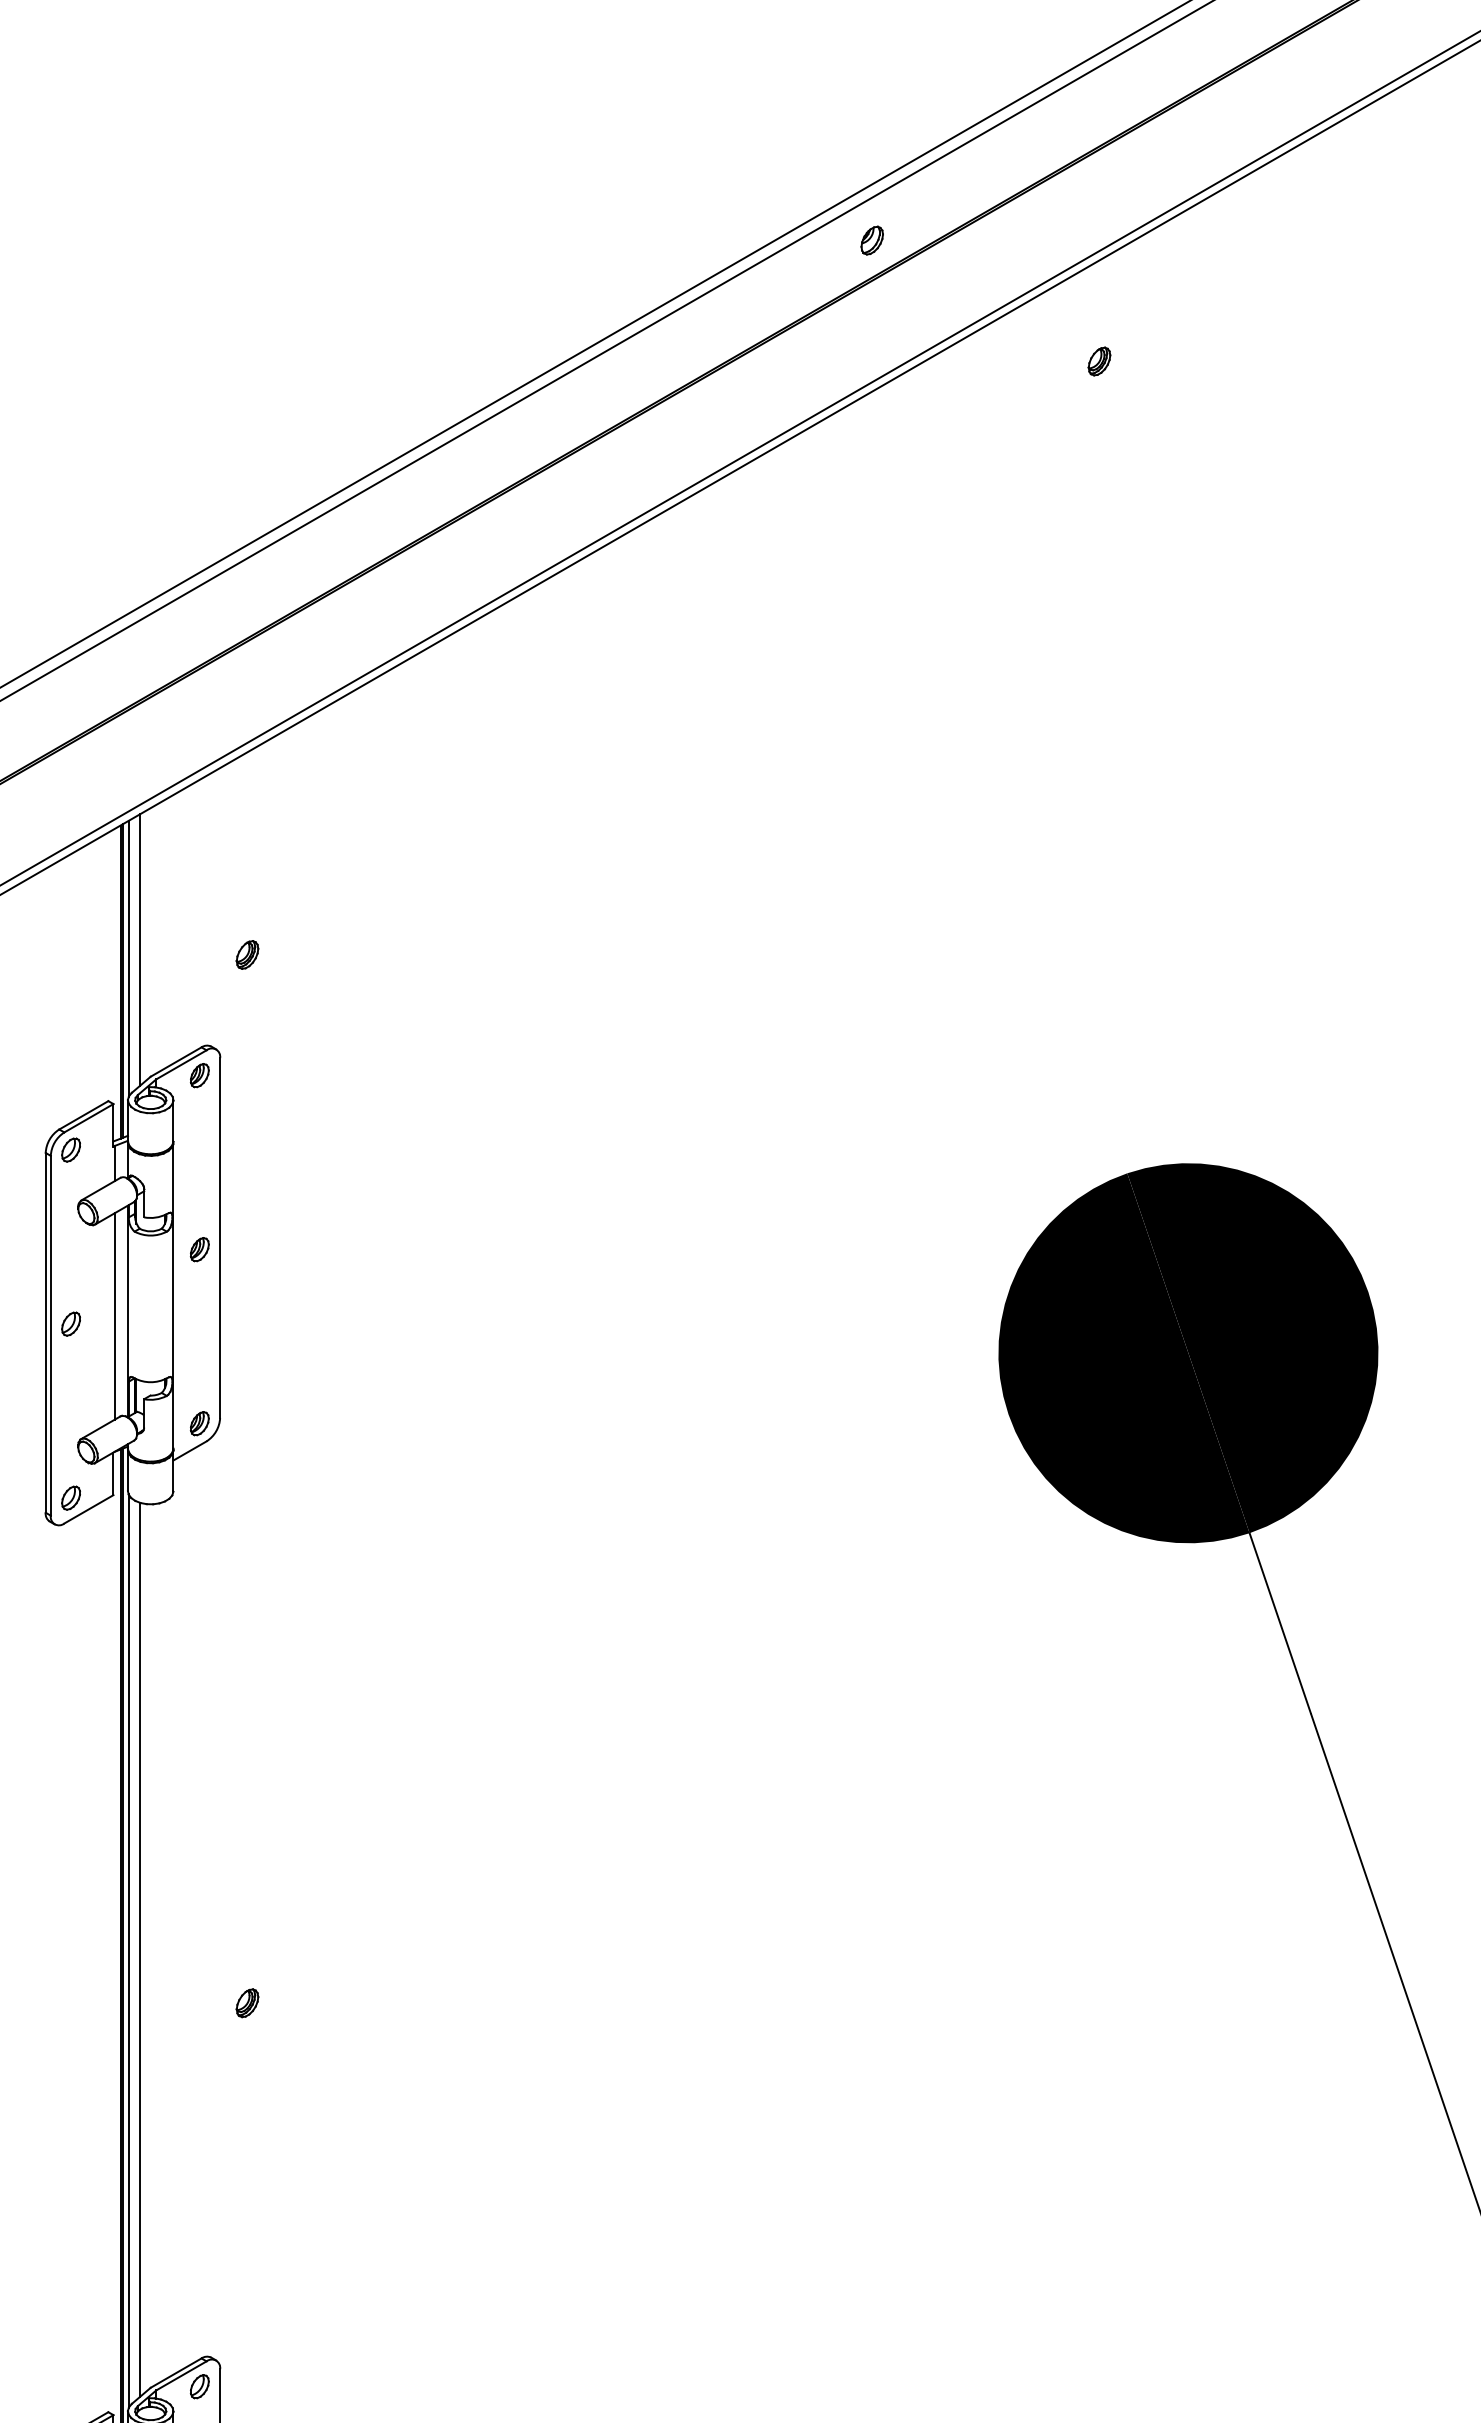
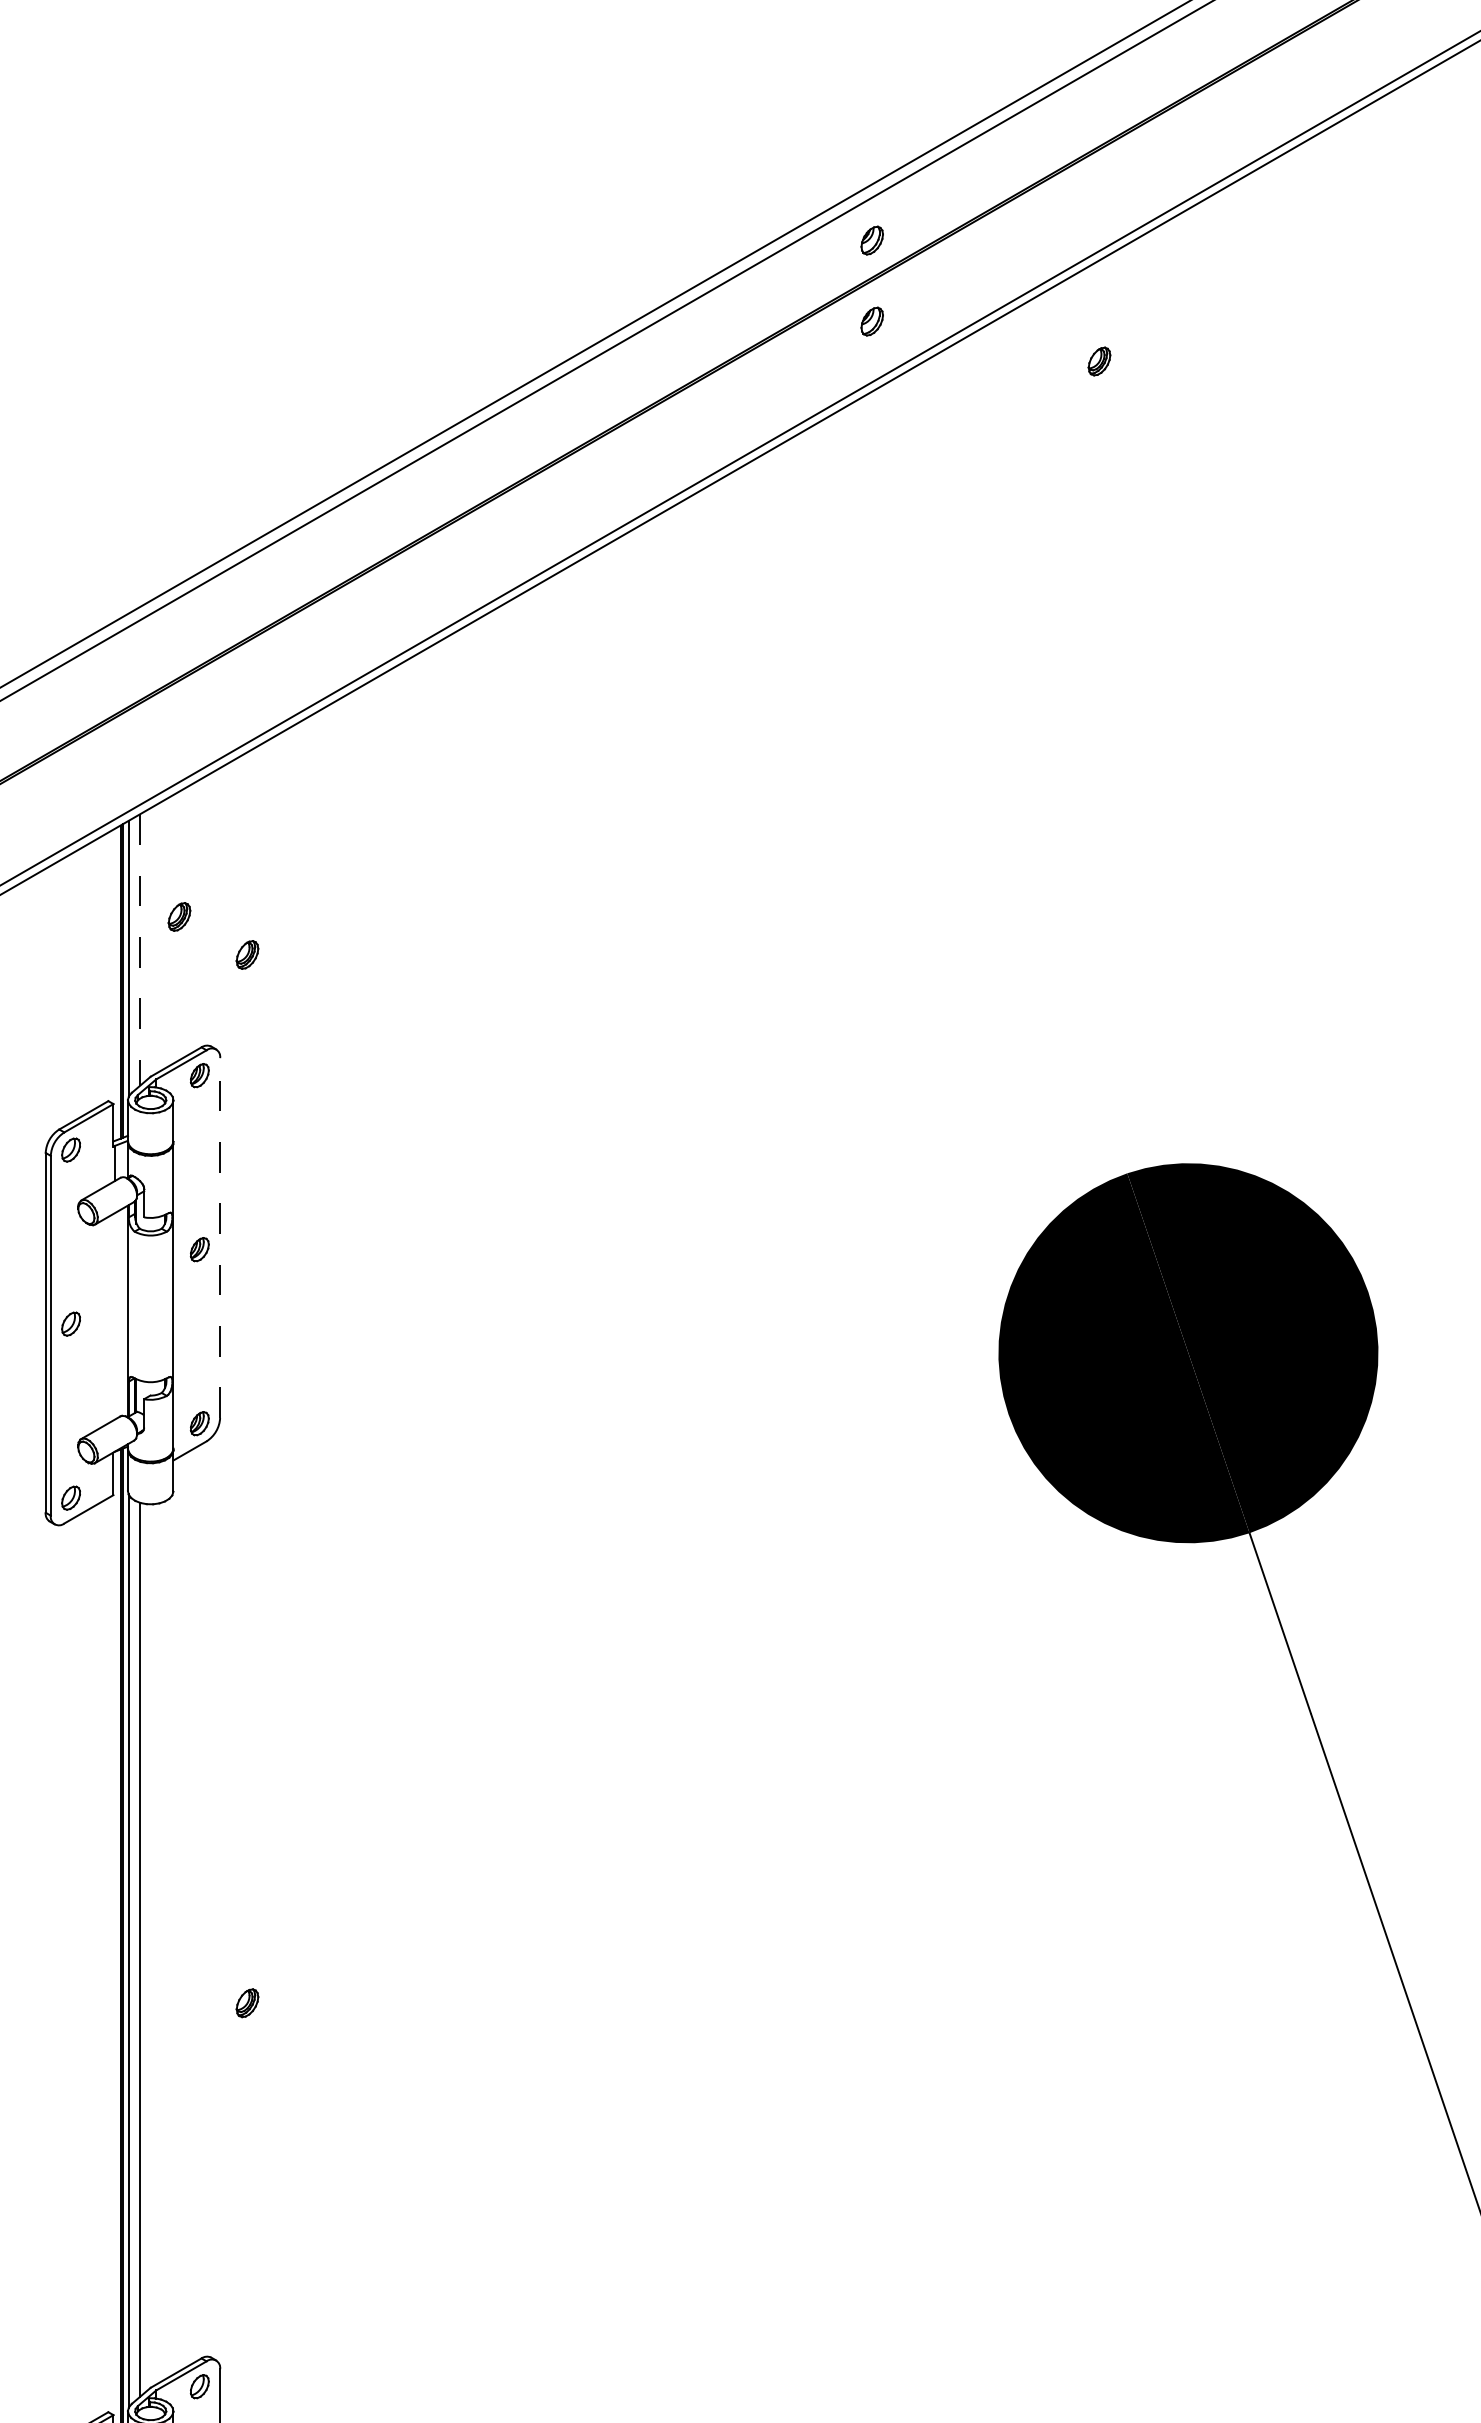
part at (871, 321): none -> present
part at (179, 916): none -> present
line at (140, 949): solid -> dashed
line at (220, 1238): solid -> dashed
line at (114, 1316): present -> none
